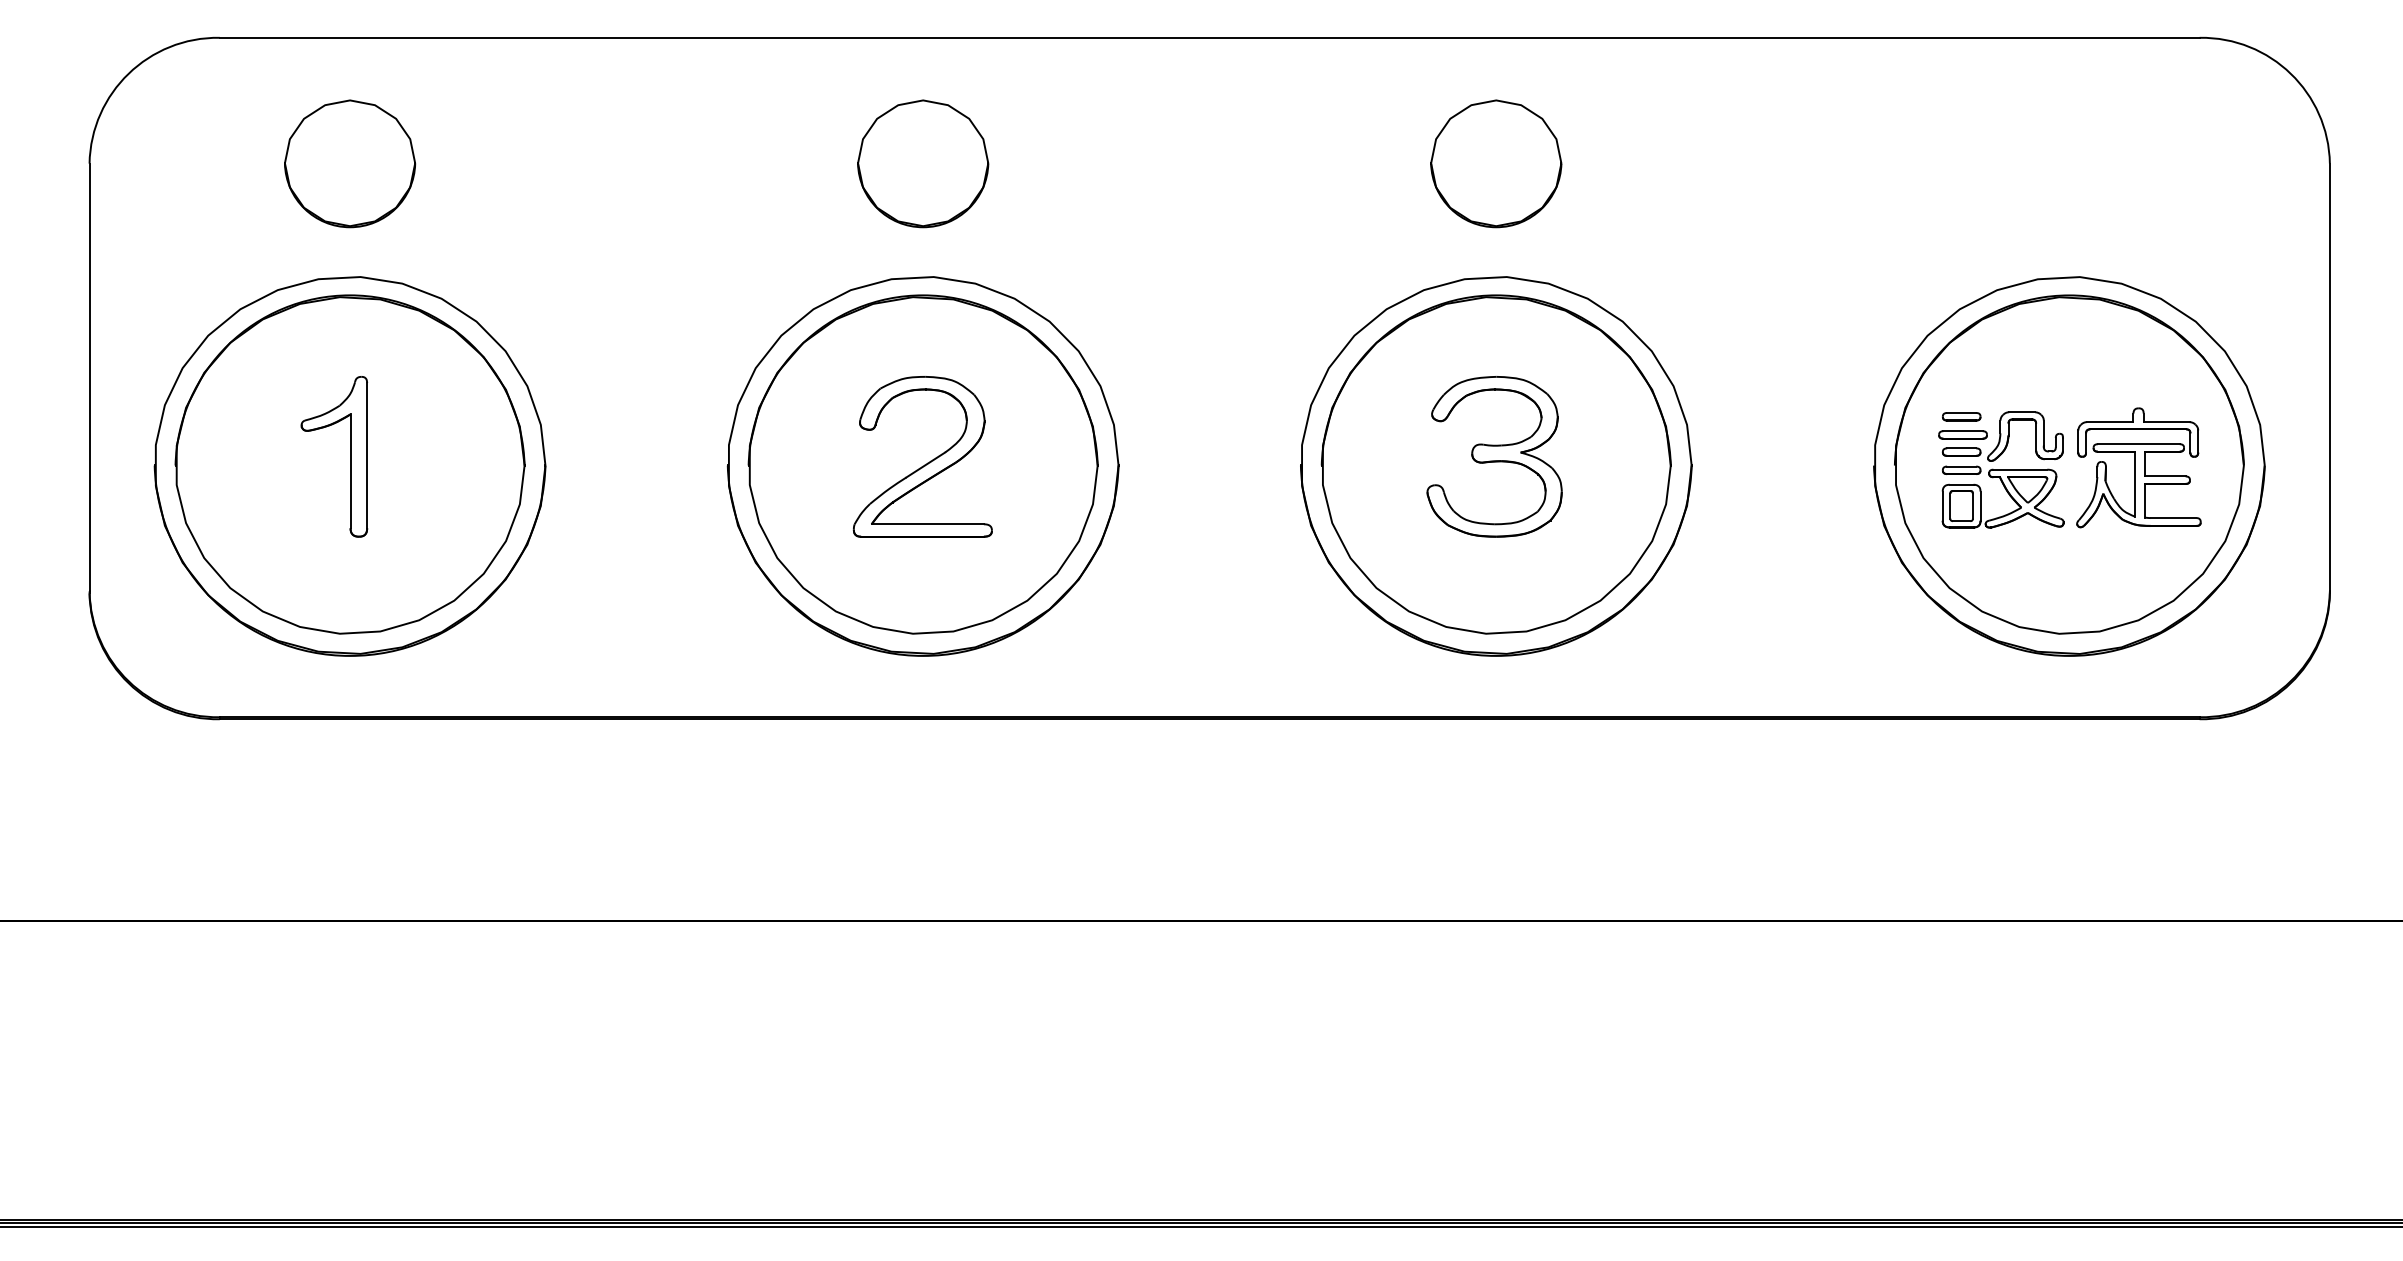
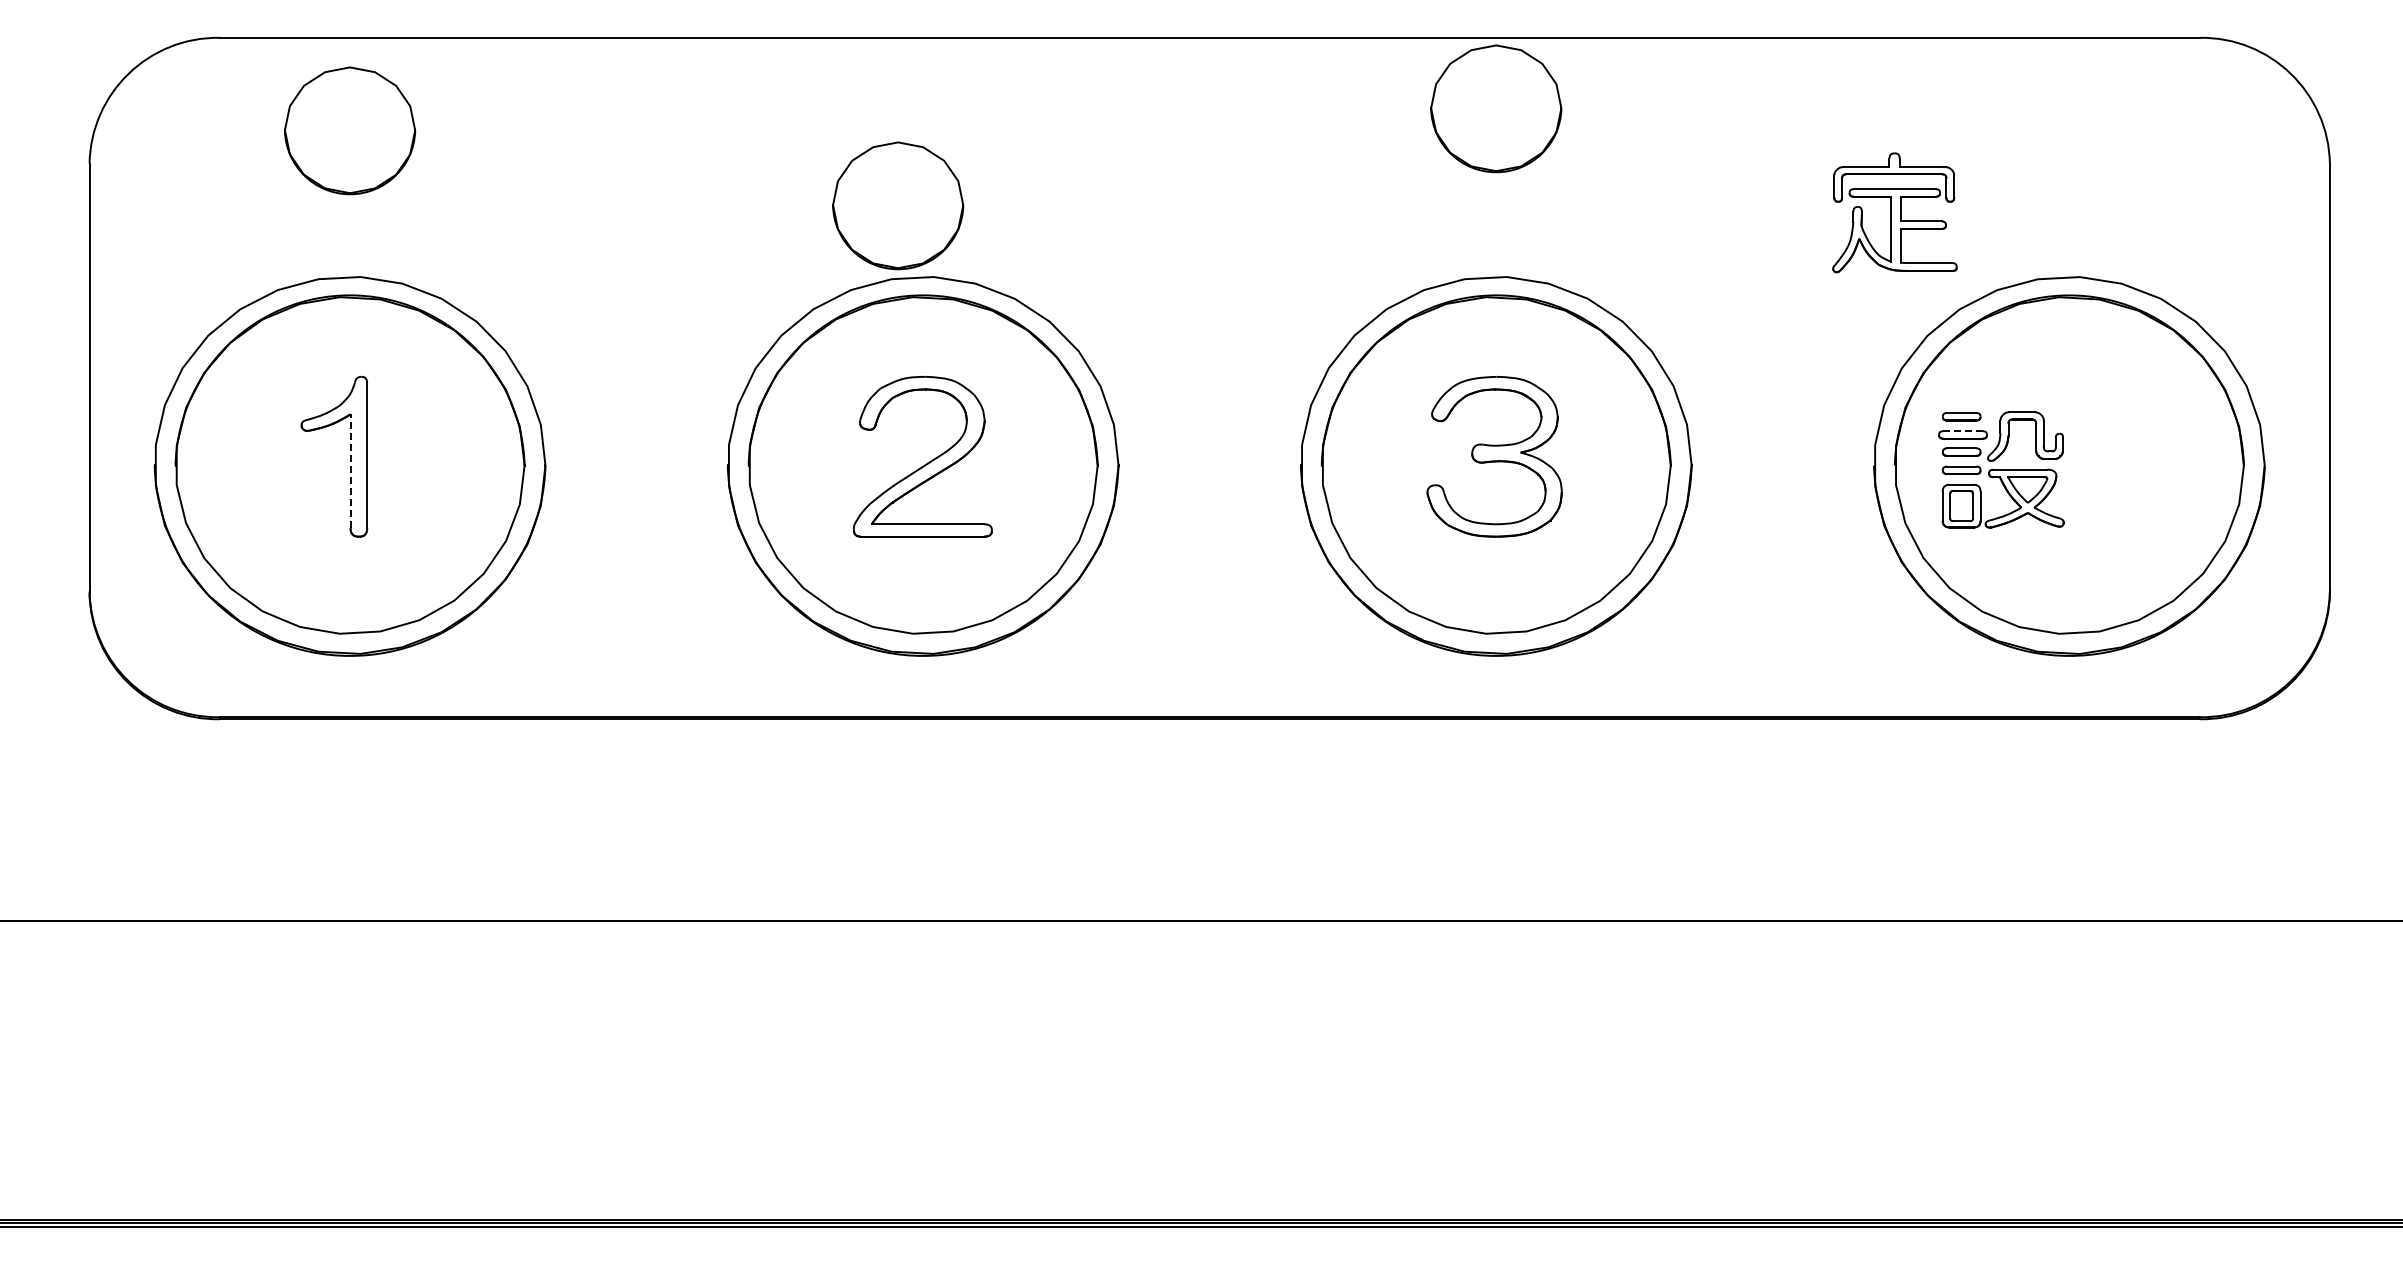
part at (350, 163) position: (350, 163) -> (350, 130)
part at (923, 163) position: (923, 163) -> (898, 205)
part at (1496, 163) position: (1496, 163) -> (1496, 108)
line at (1963, 431): solid -> dashed
part at (2138, 467) position: (2138, 467) -> (1894, 212)
line at (350, 471): solid -> dashed
